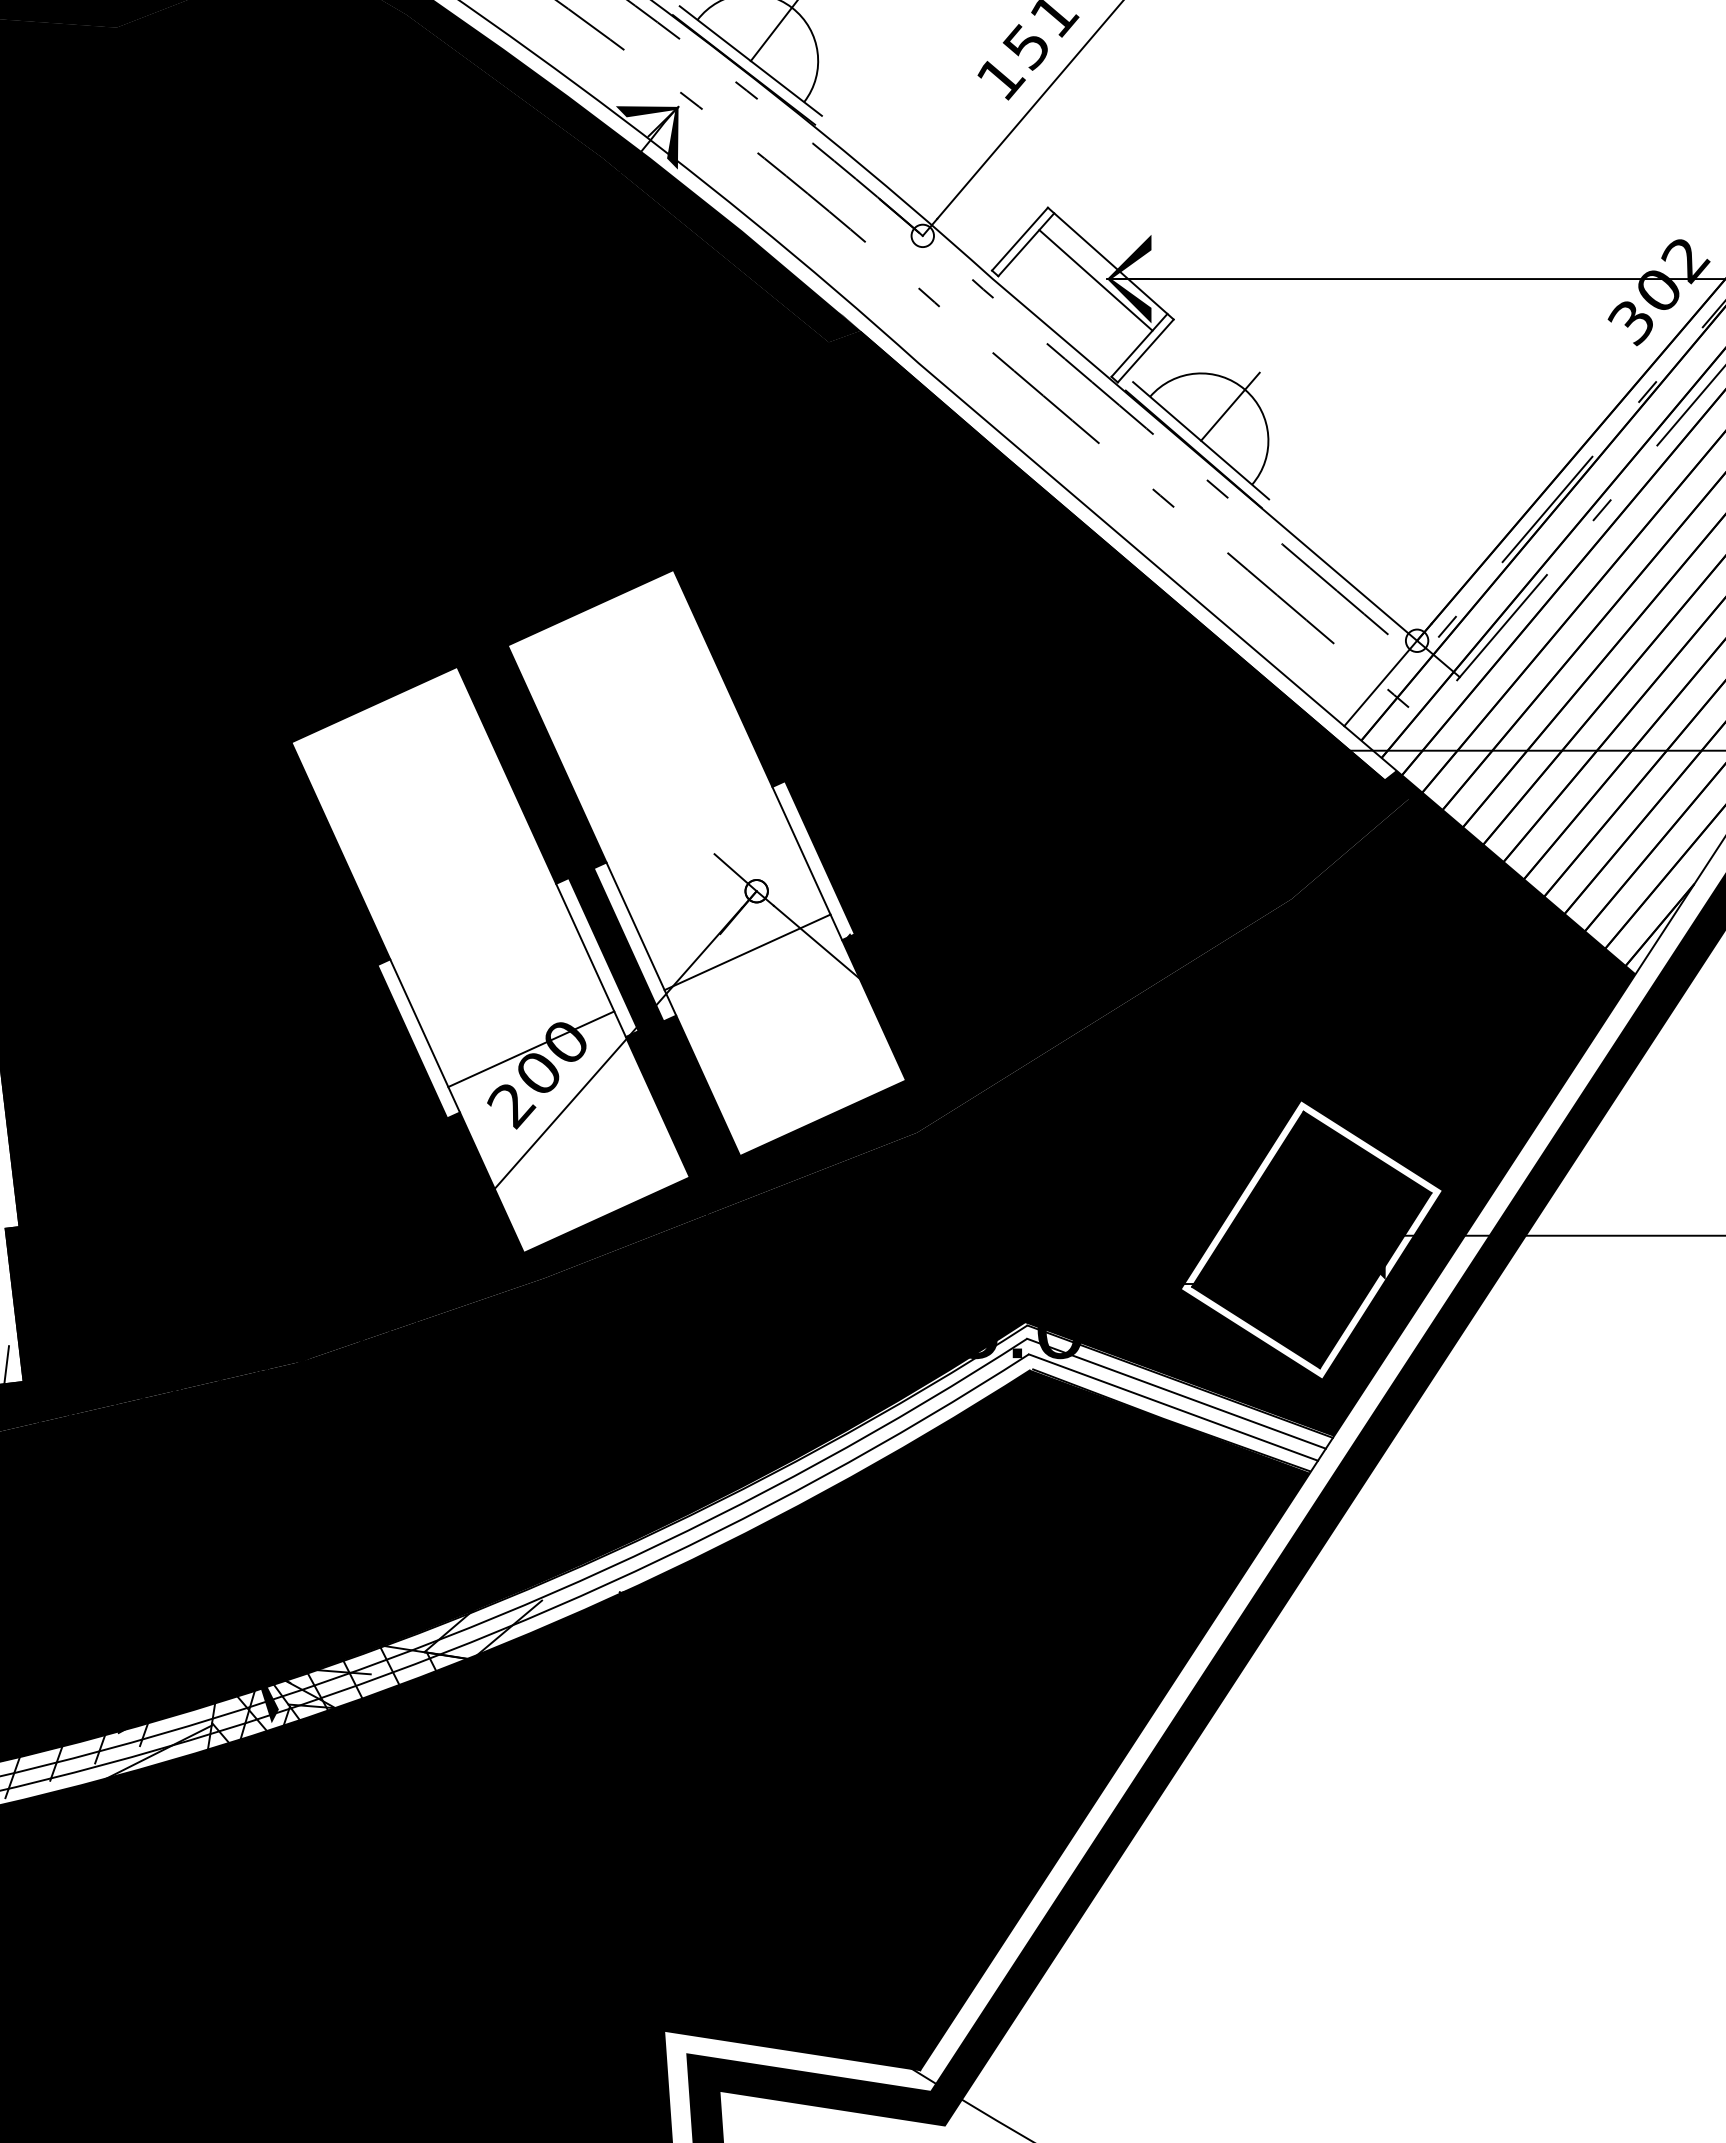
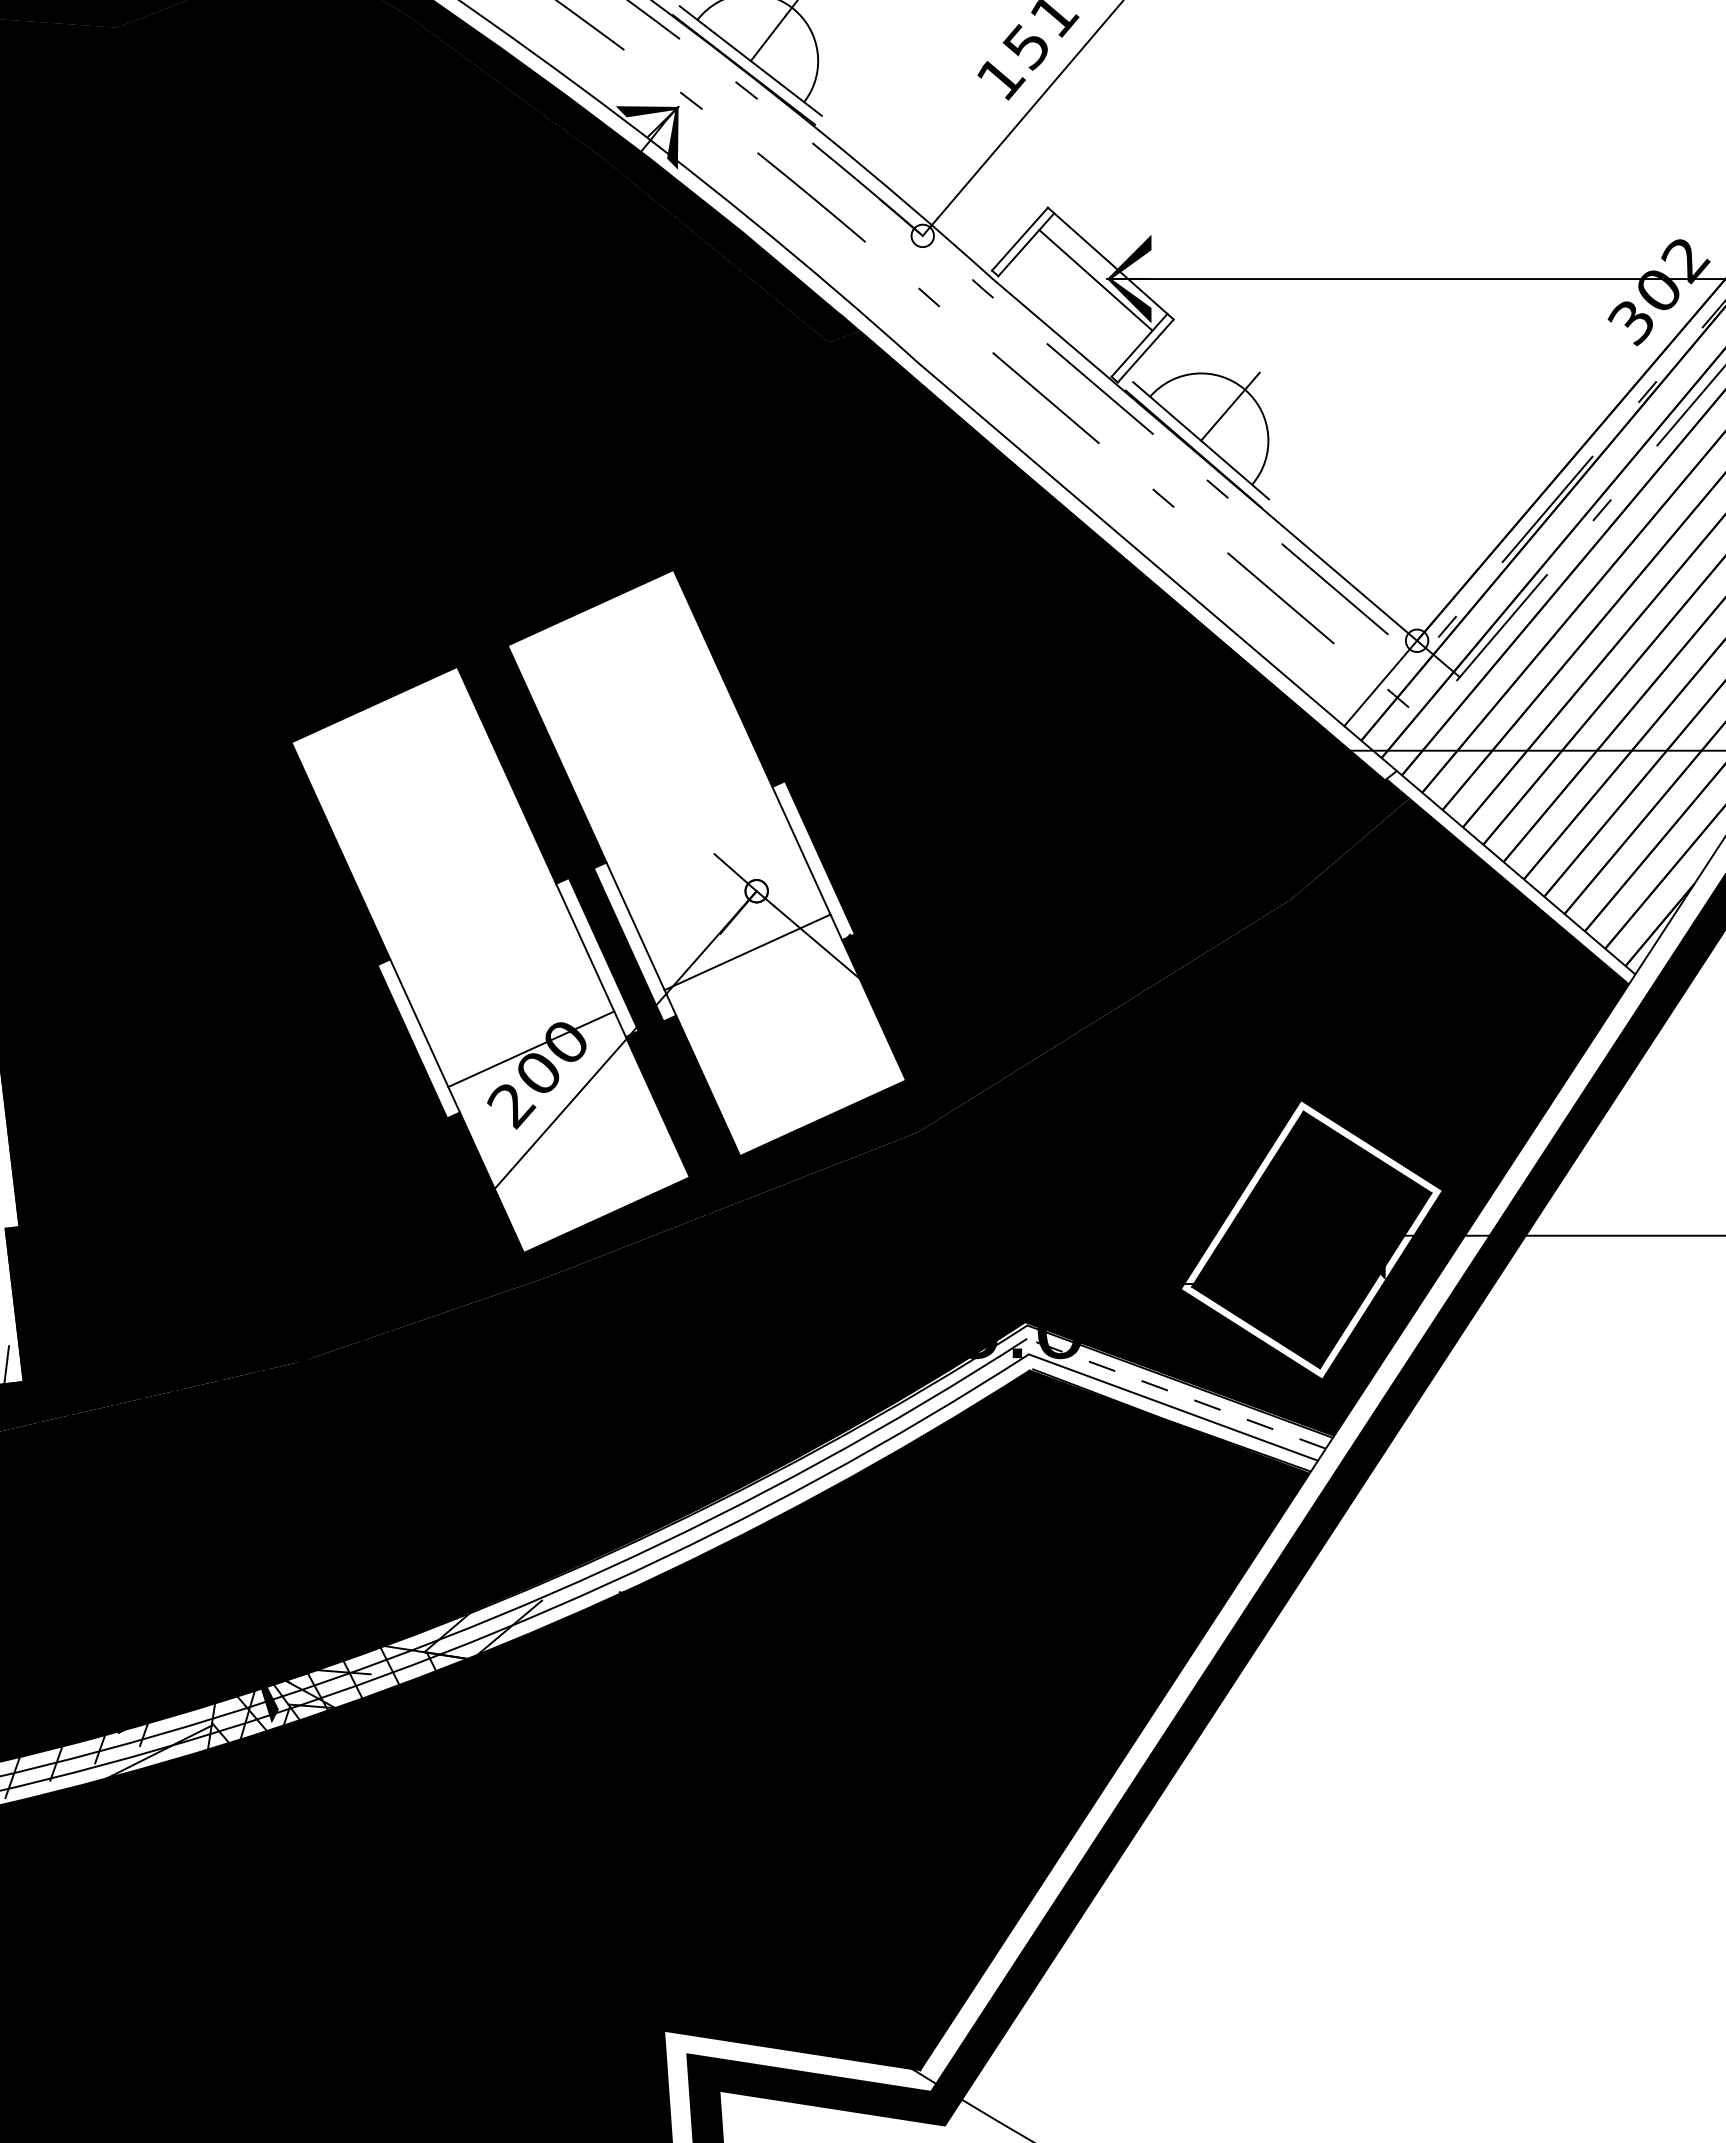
fill at (1510, 880): present -> none
line at (1176, 1393): solid -> dashed
